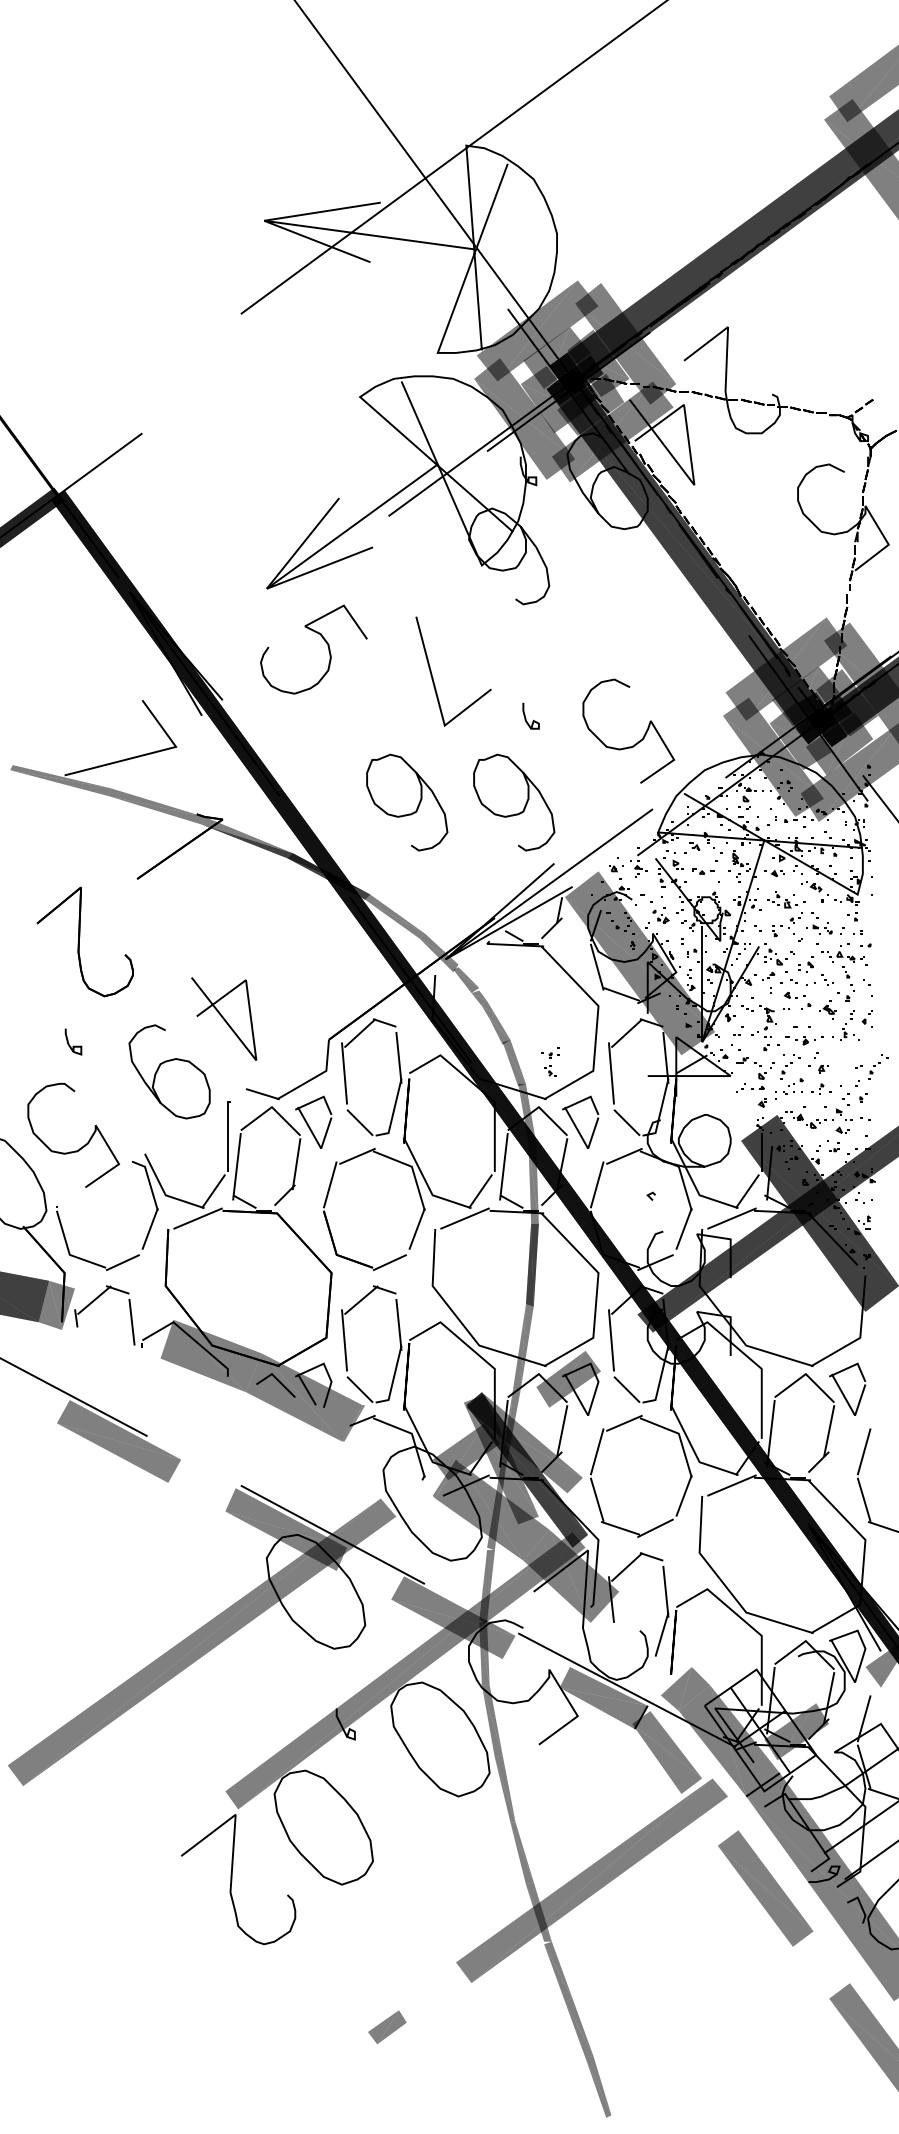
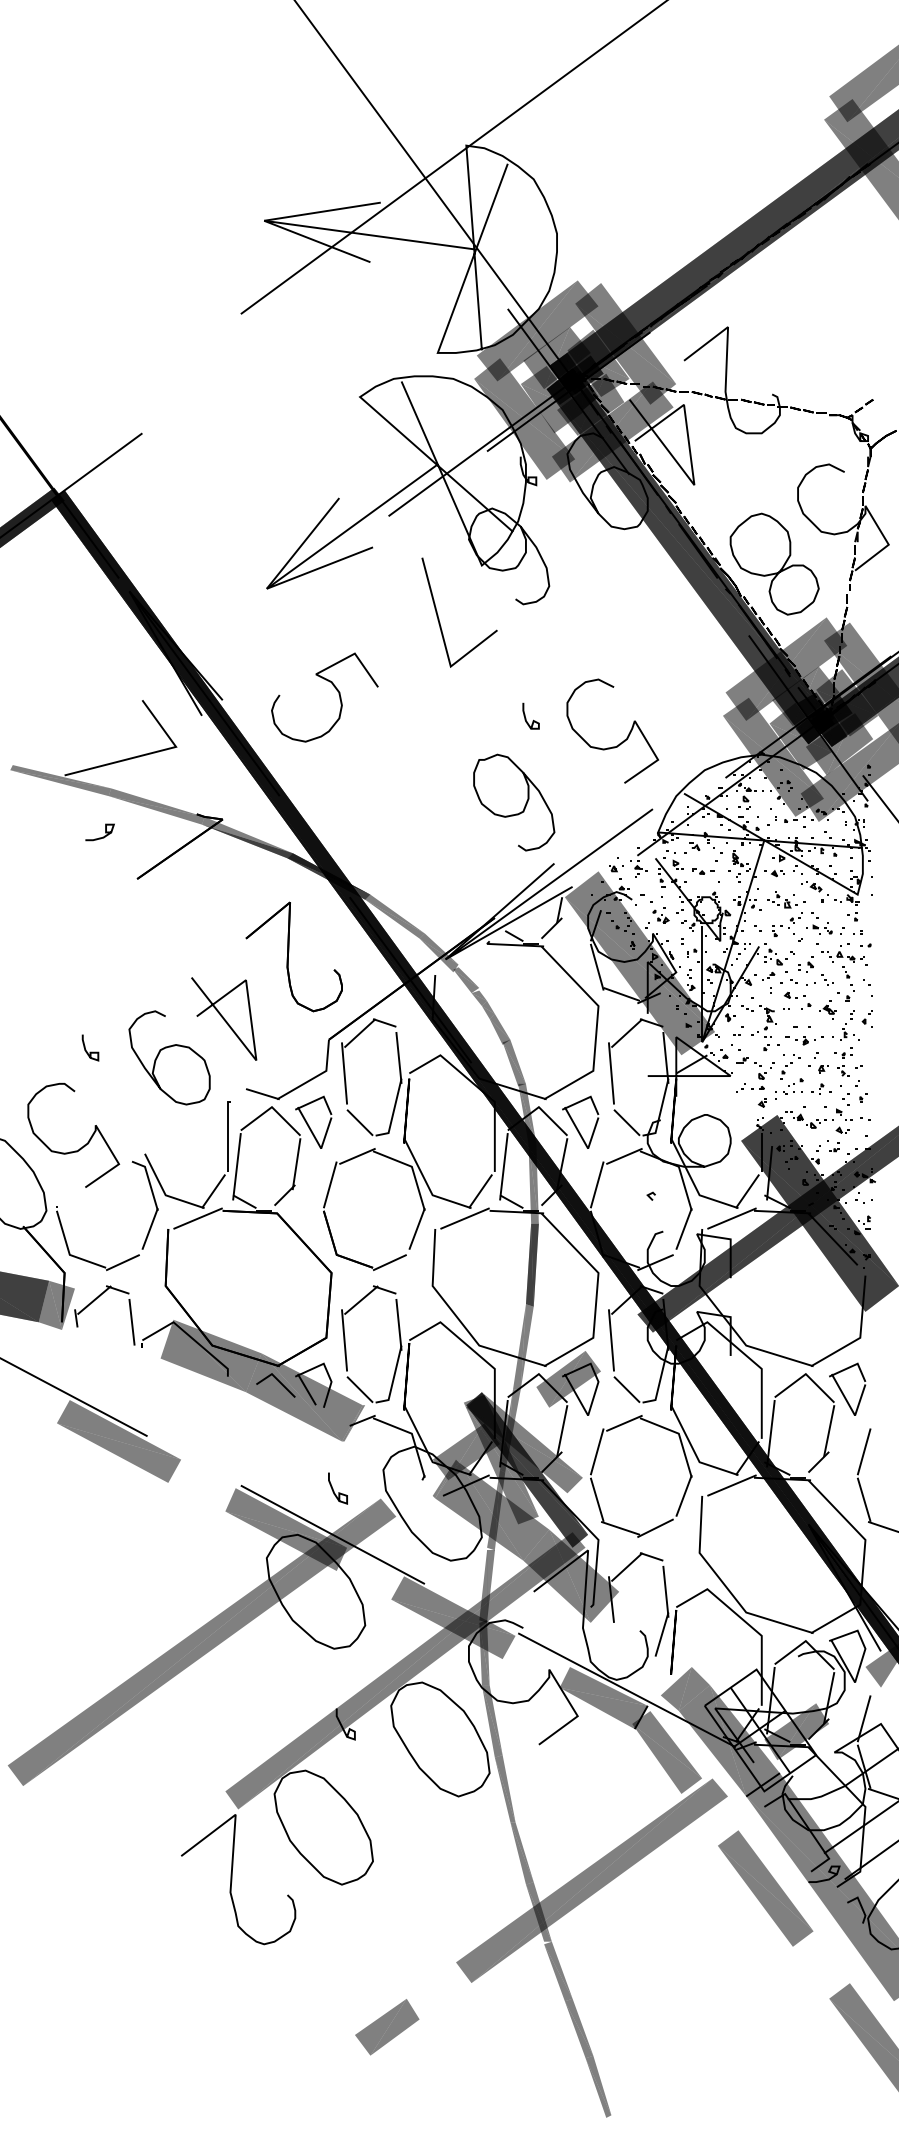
part at (774, 563): none -> present
curve at (324, 641) position: (324, 641) -> (335, 689)
line at (433, 677) position: (433, 677) -> (439, 618)
curve at (636, 742) position: (636, 742) -> (620, 742)
curve at (417, 805): present -> none
curve at (102, 836): none -> present
part at (84, 941) position: (84, 941) -> (293, 956)
curve at (73, 1045) position: (73, 1045) -> (90, 1051)
part at (550, 1061) position: (550, 1061) -> (843, 1061)
curve at (164, 1063) position: (164, 1063) -> (164, 1049)
part at (878, 1066): present -> none
curve at (333, 1488): none -> present
part at (387, 2026) size: 39x34 px -> 65x57 px
